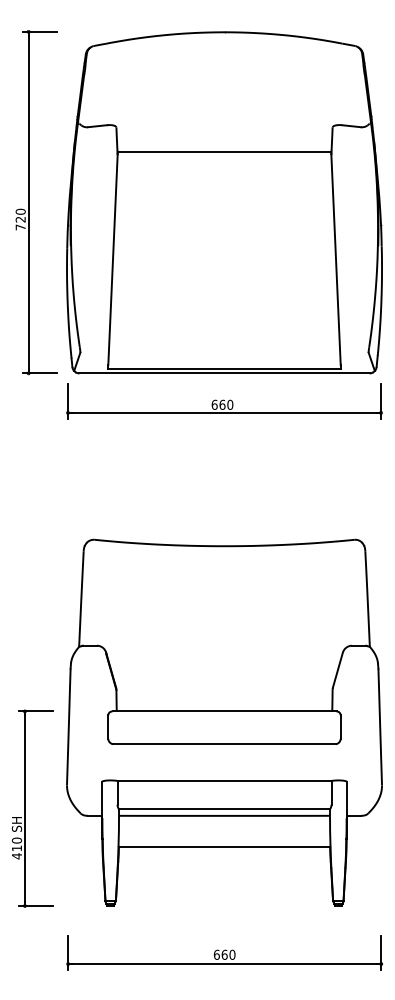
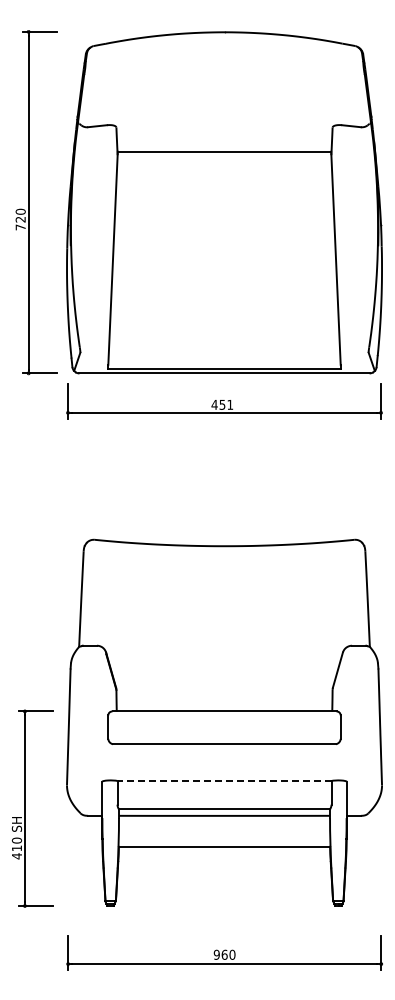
text at (222, 404): 660 -> 451
line at (224, 780): solid -> dashed
text at (216, 954): 660 -> 960
